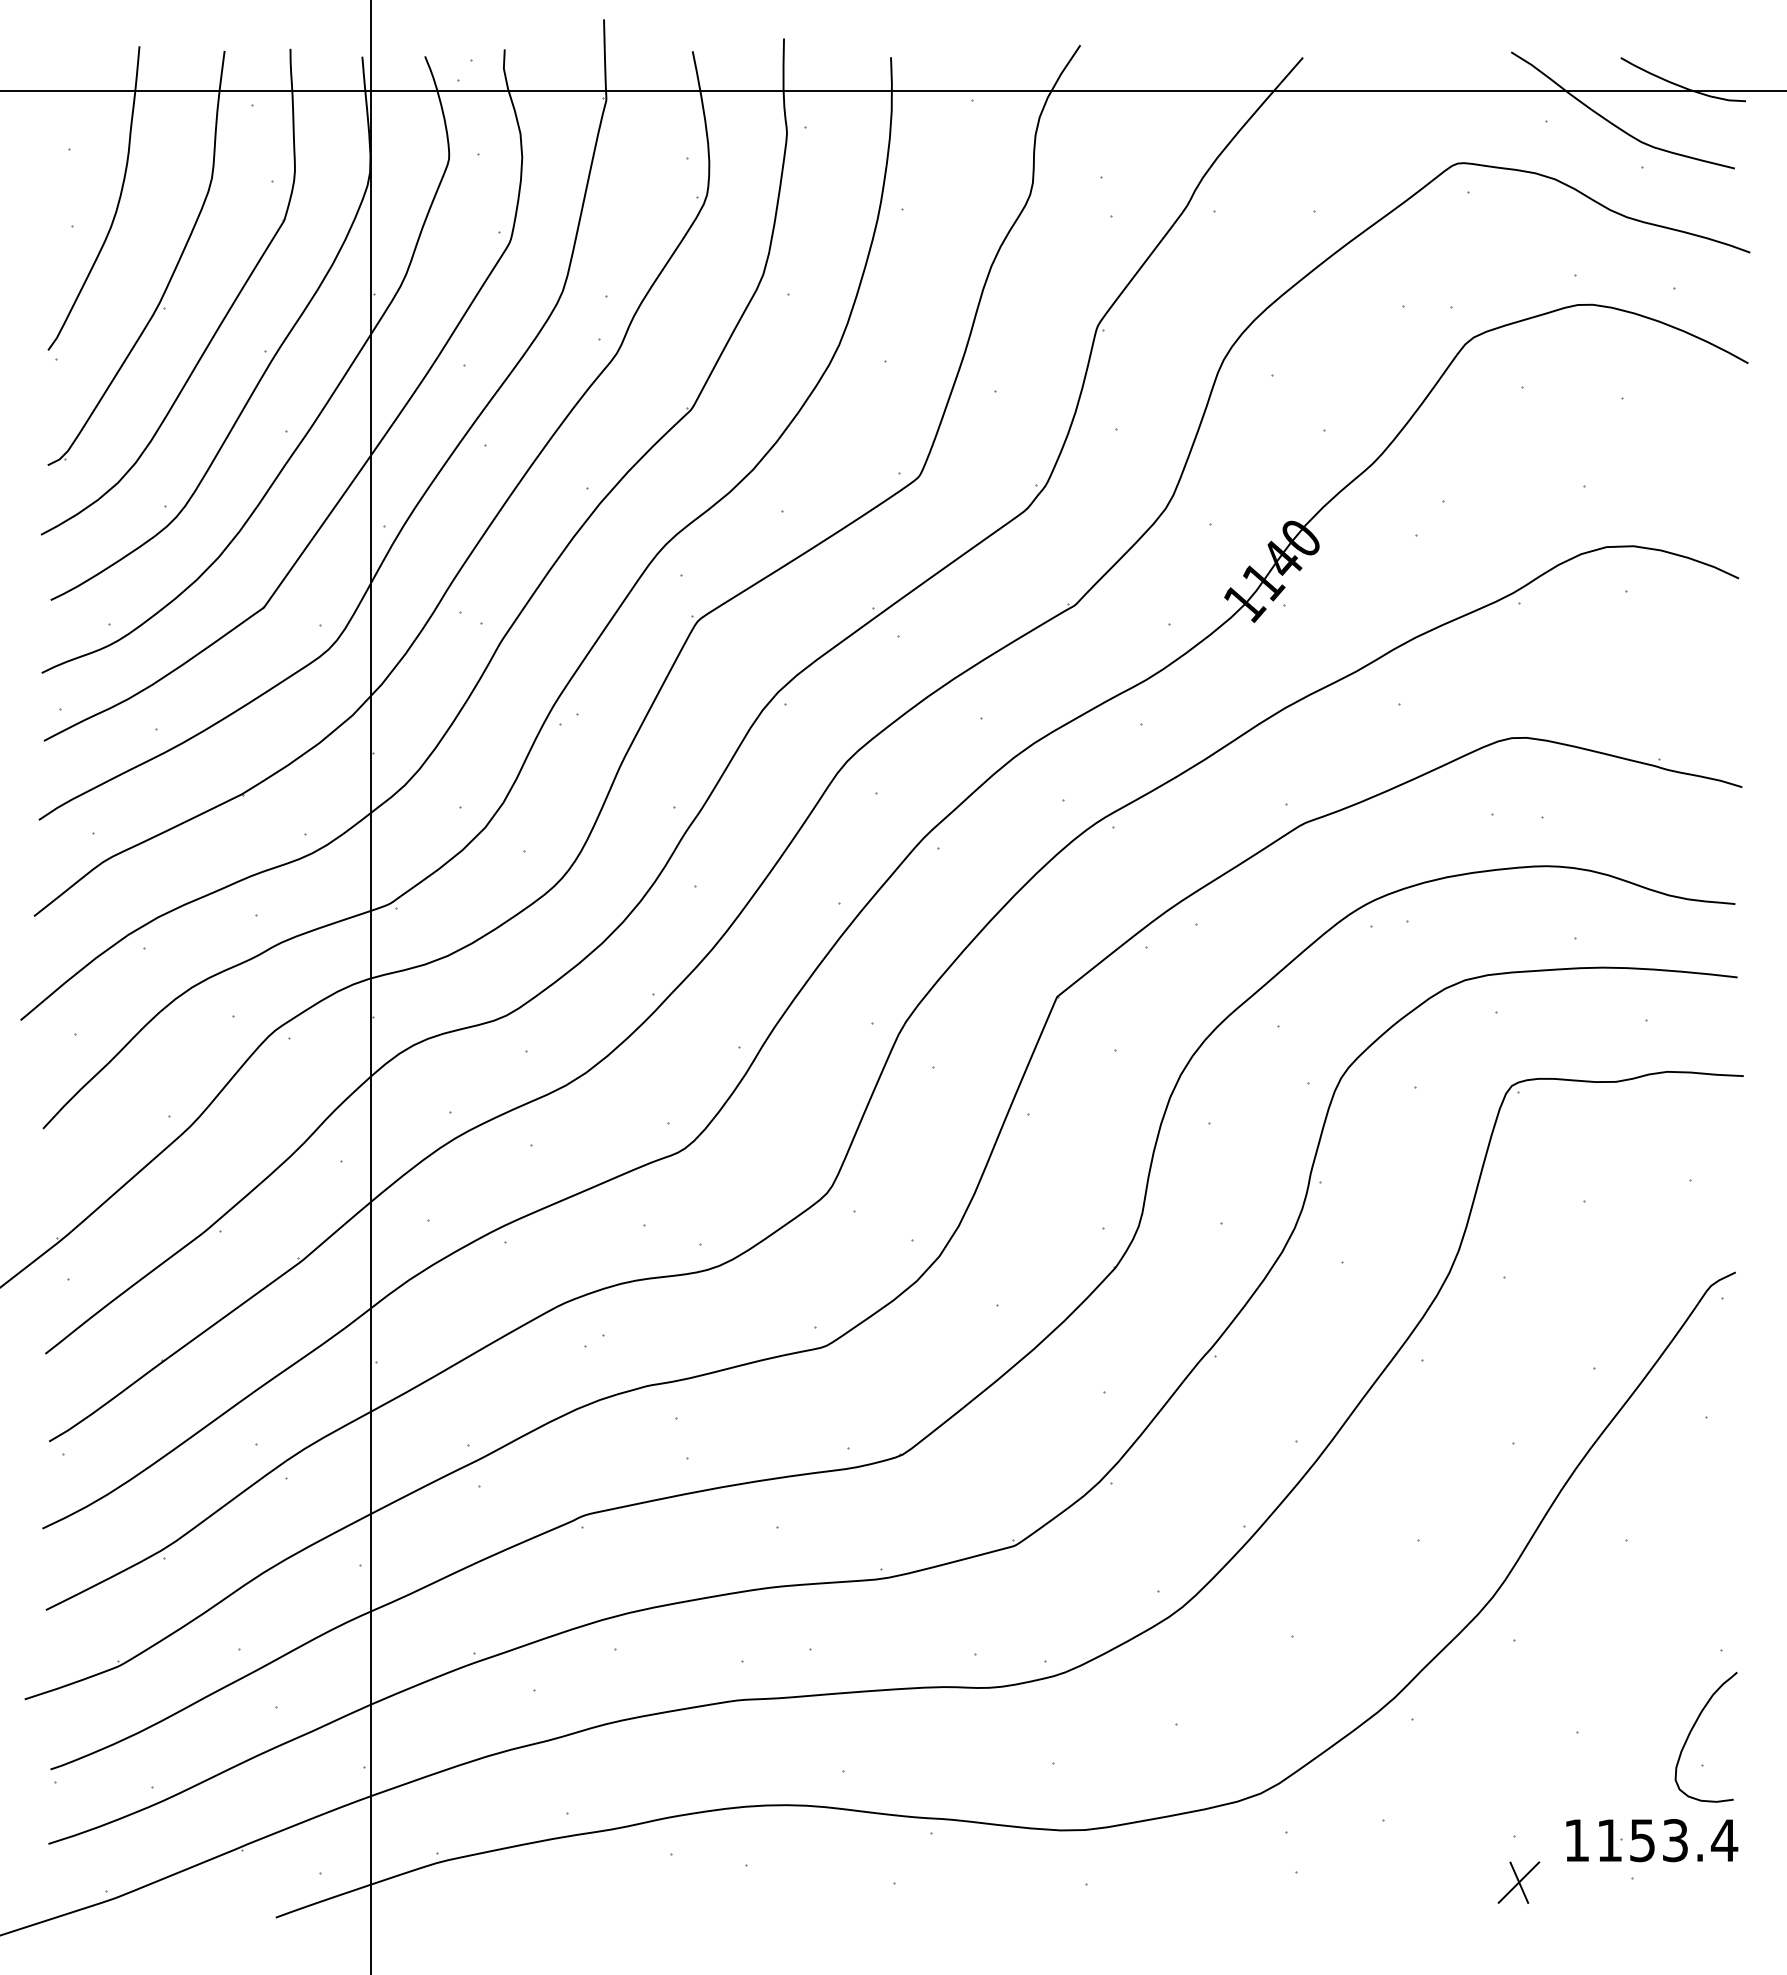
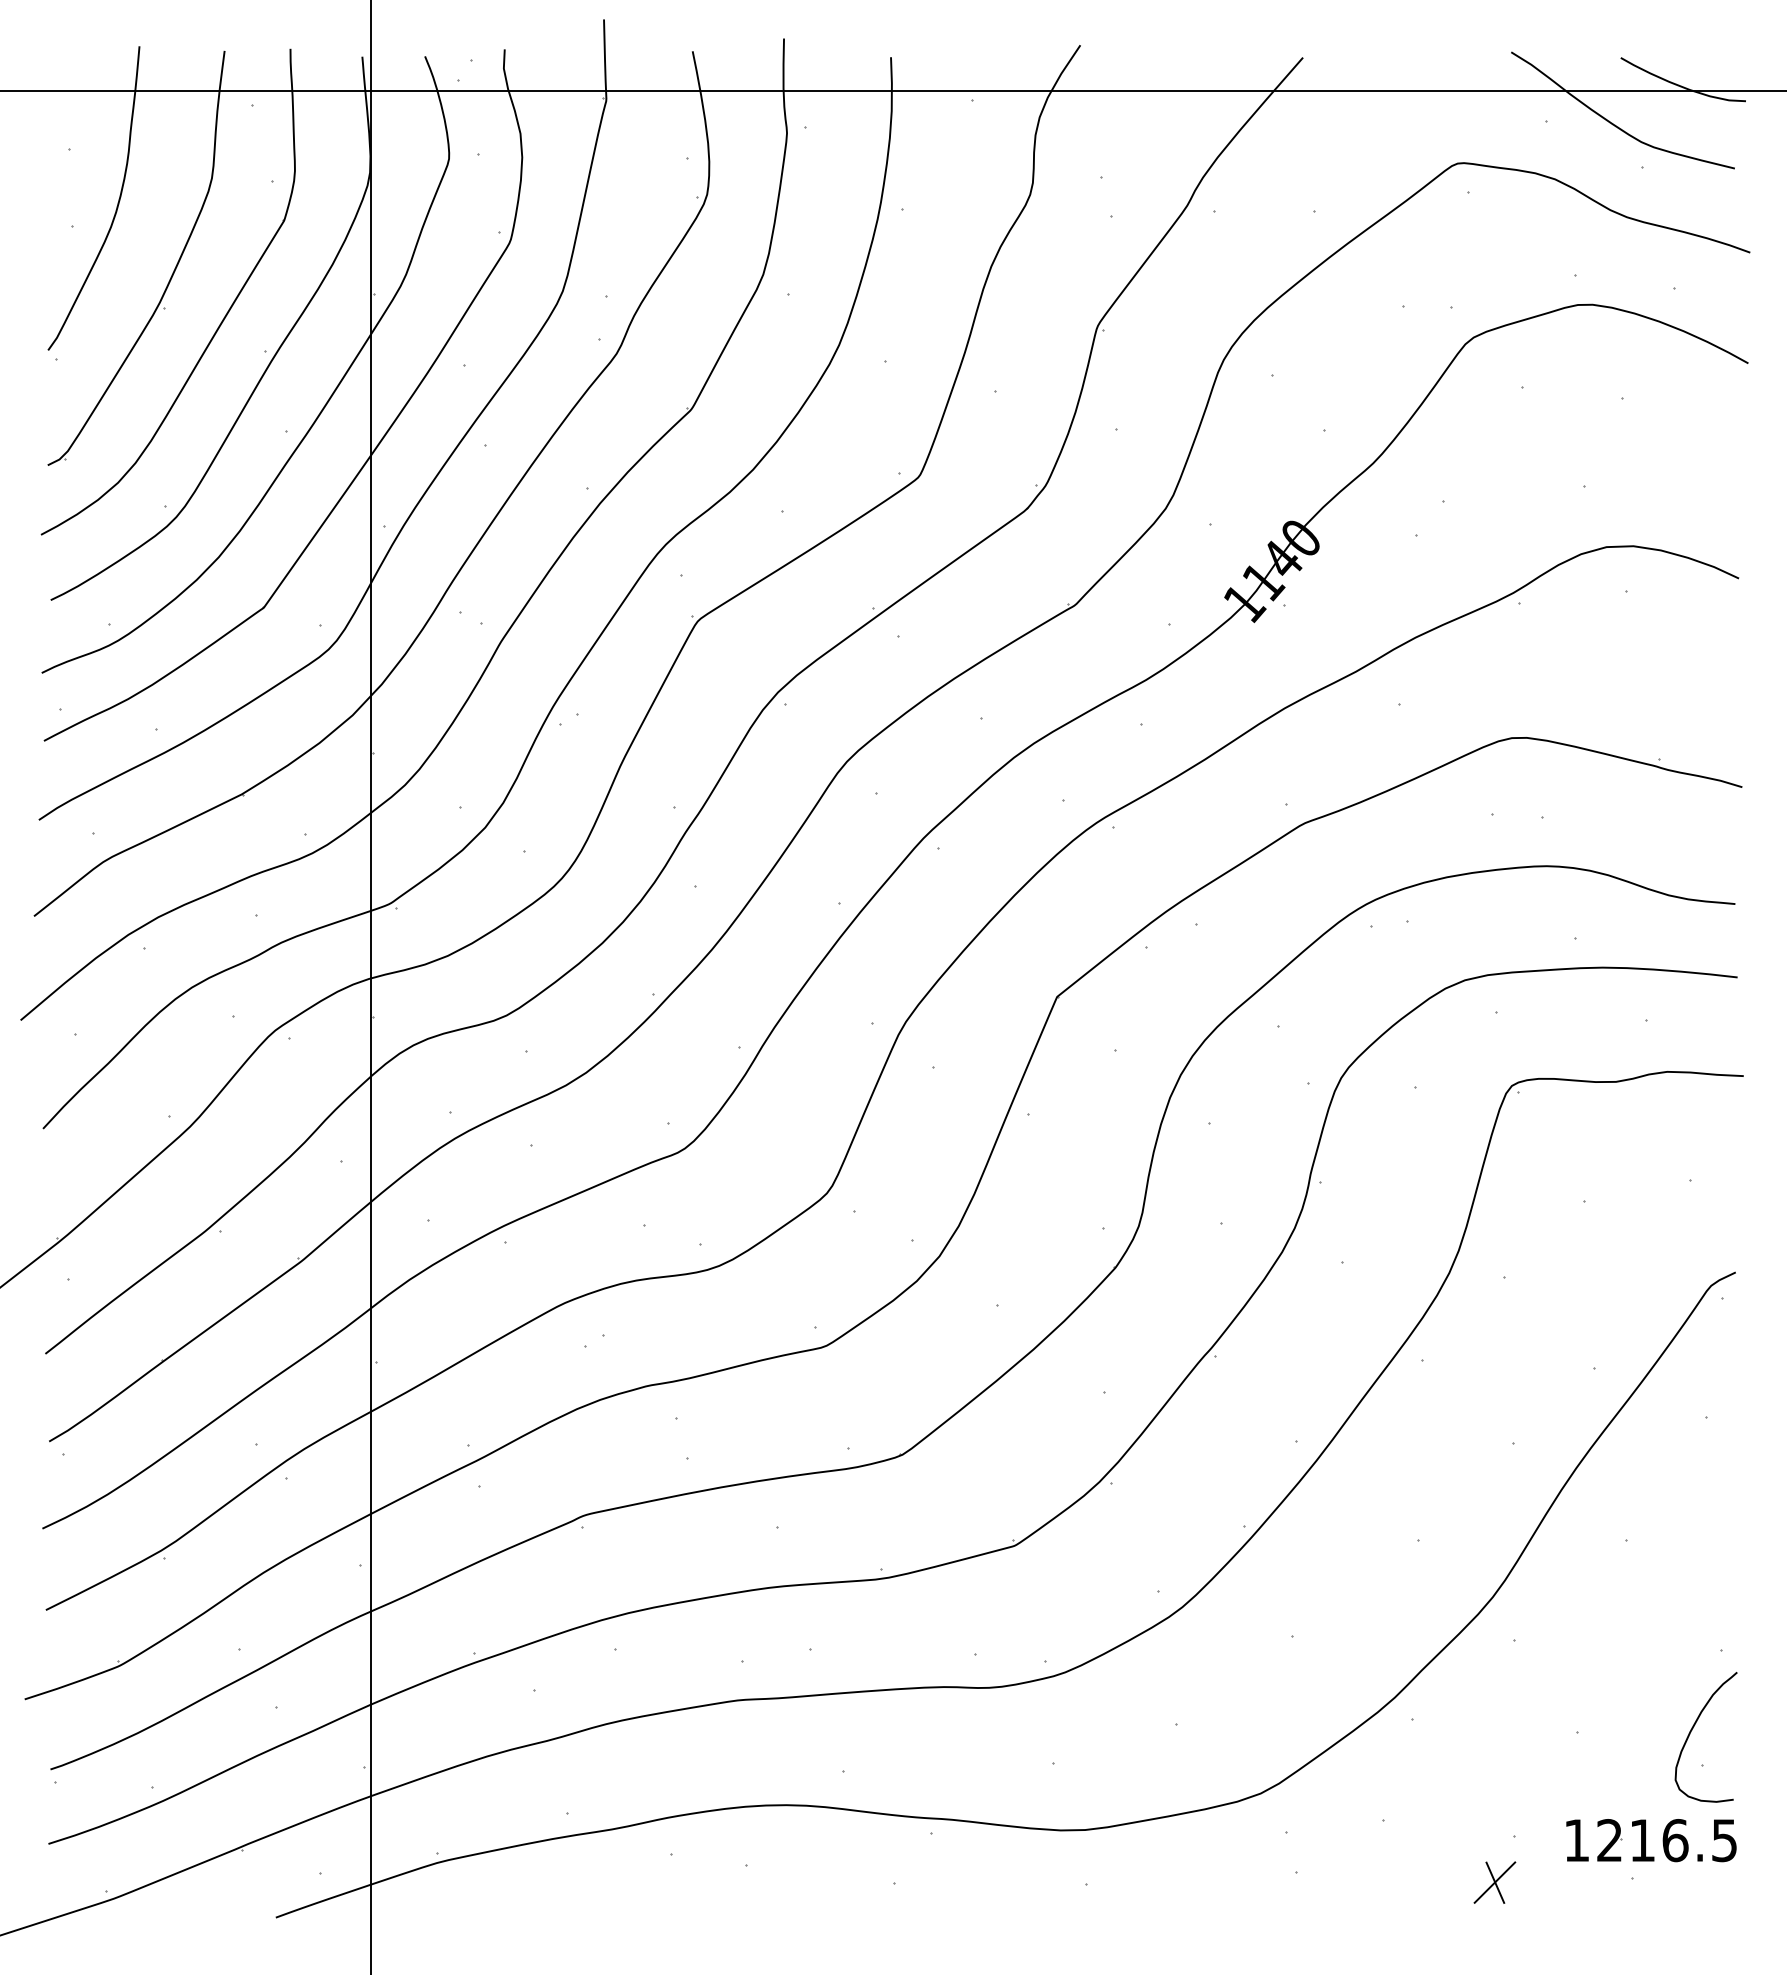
text at (1667, 1840): 1153.4 -> 1216.5
part at (1518, 1882) position: (1518, 1882) -> (1494, 1882)
